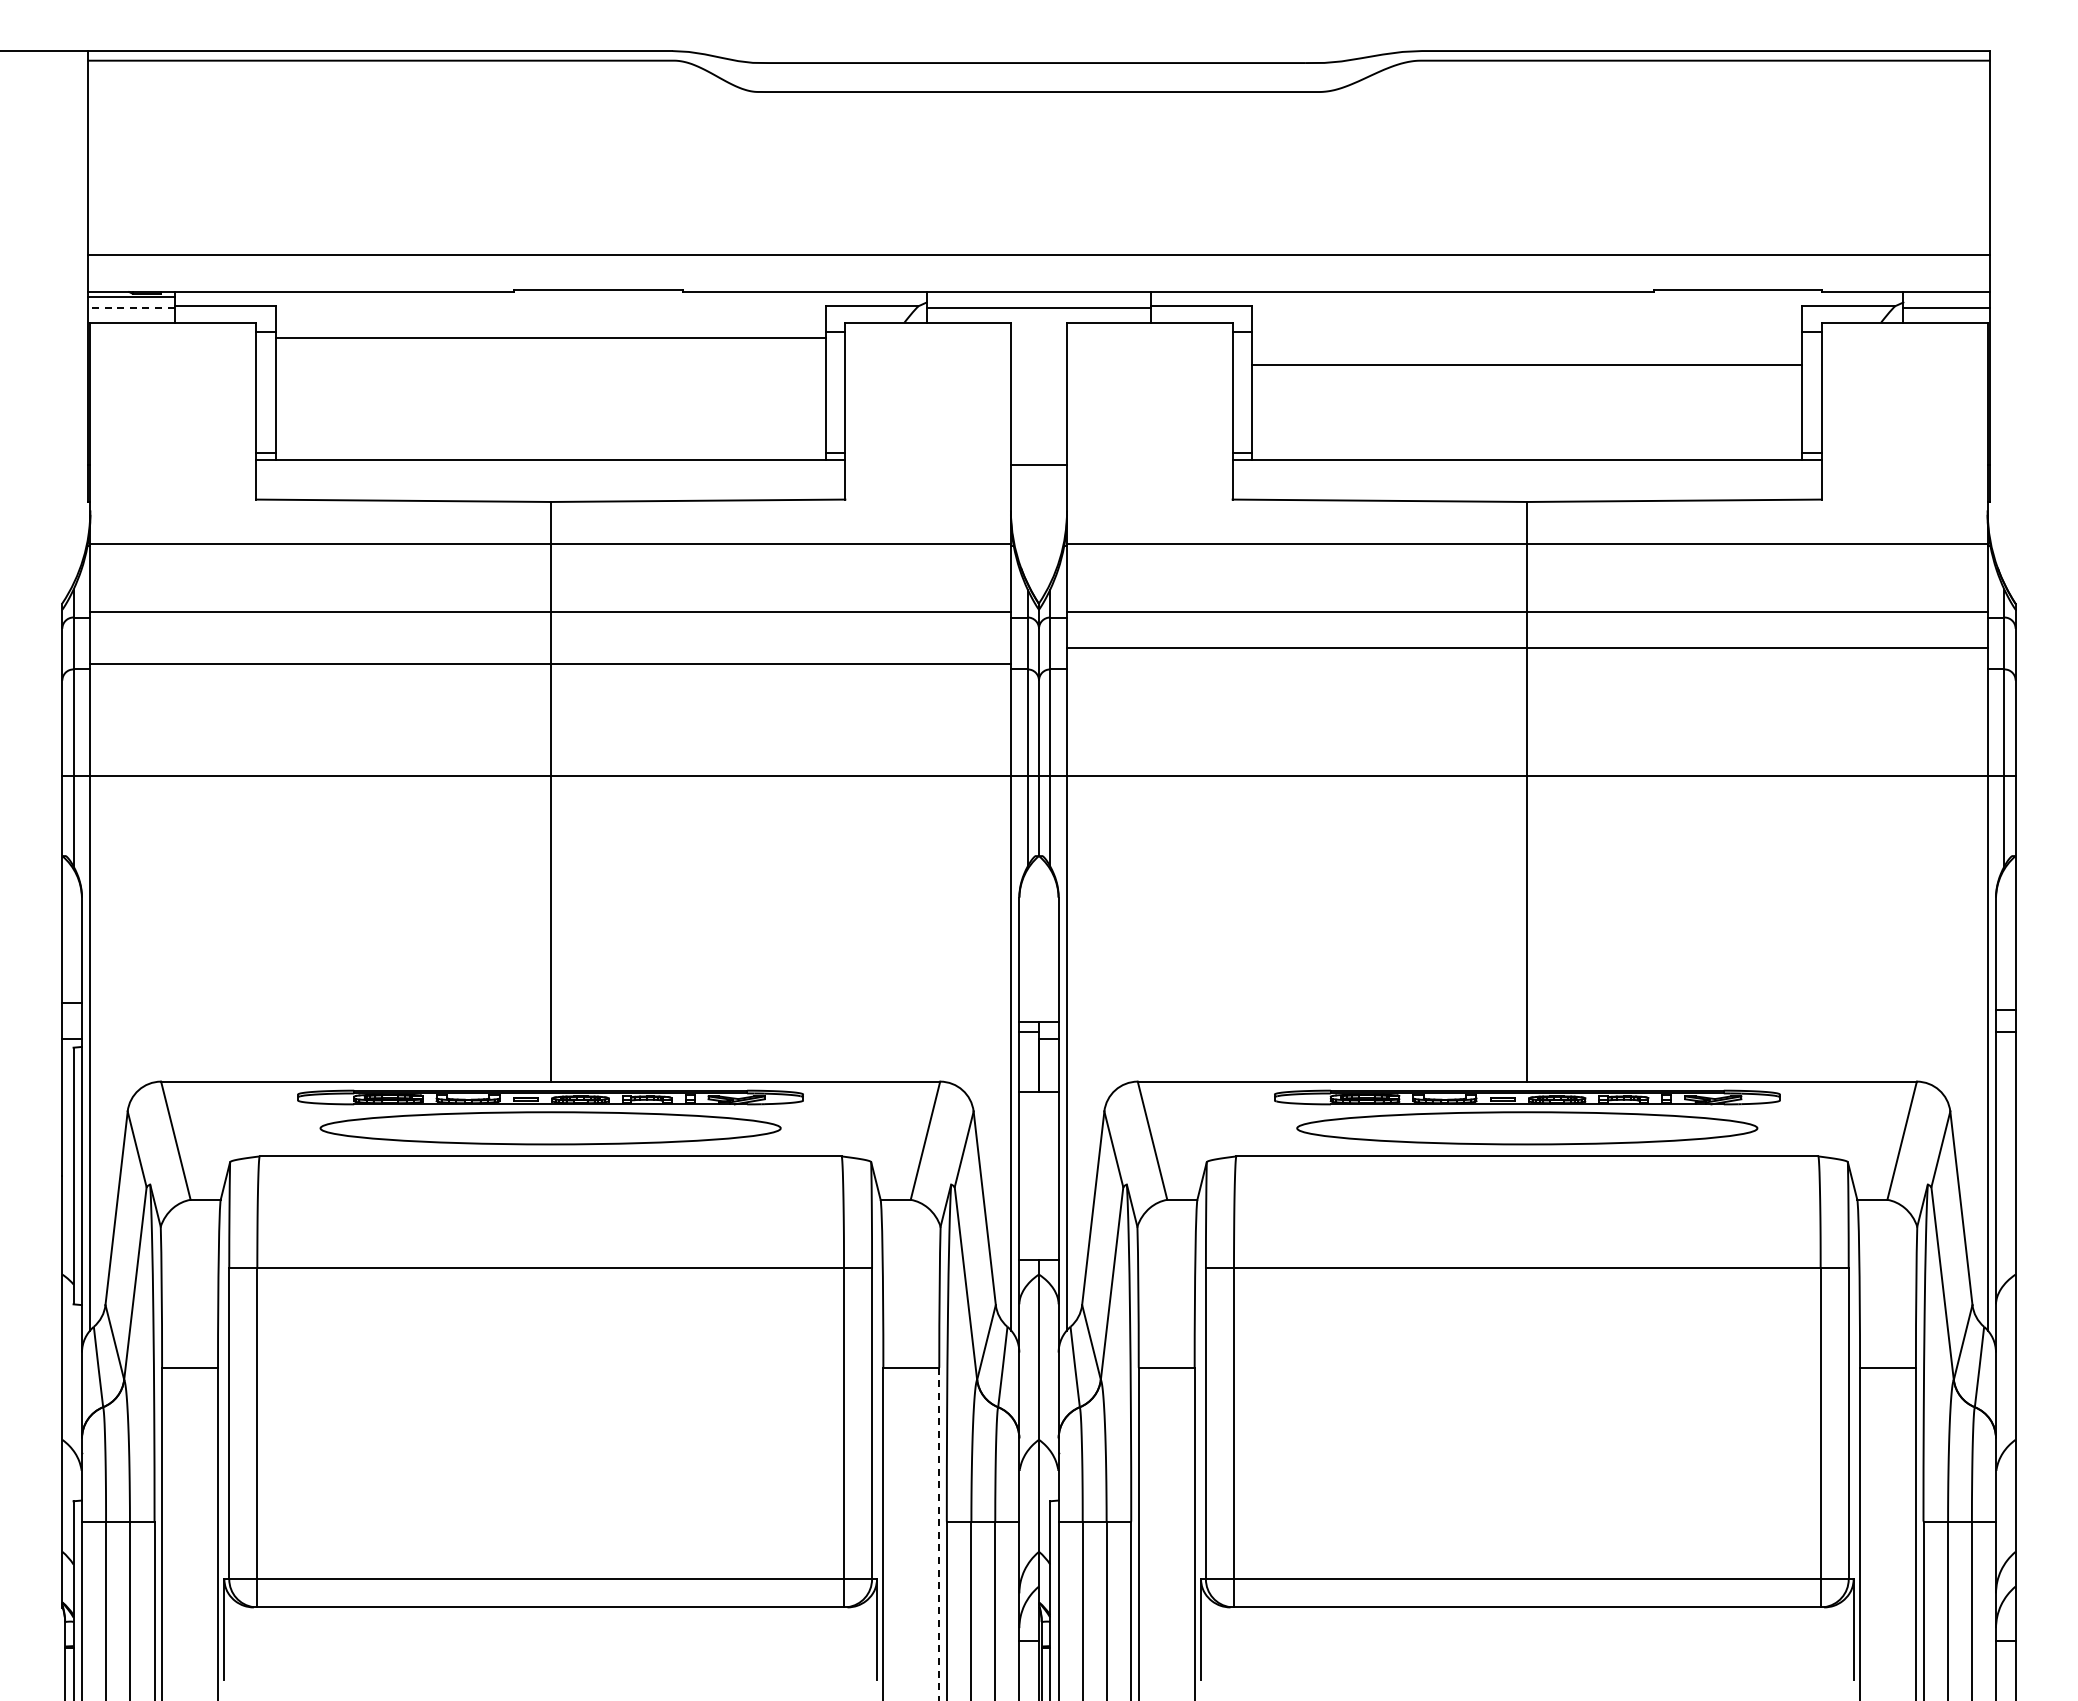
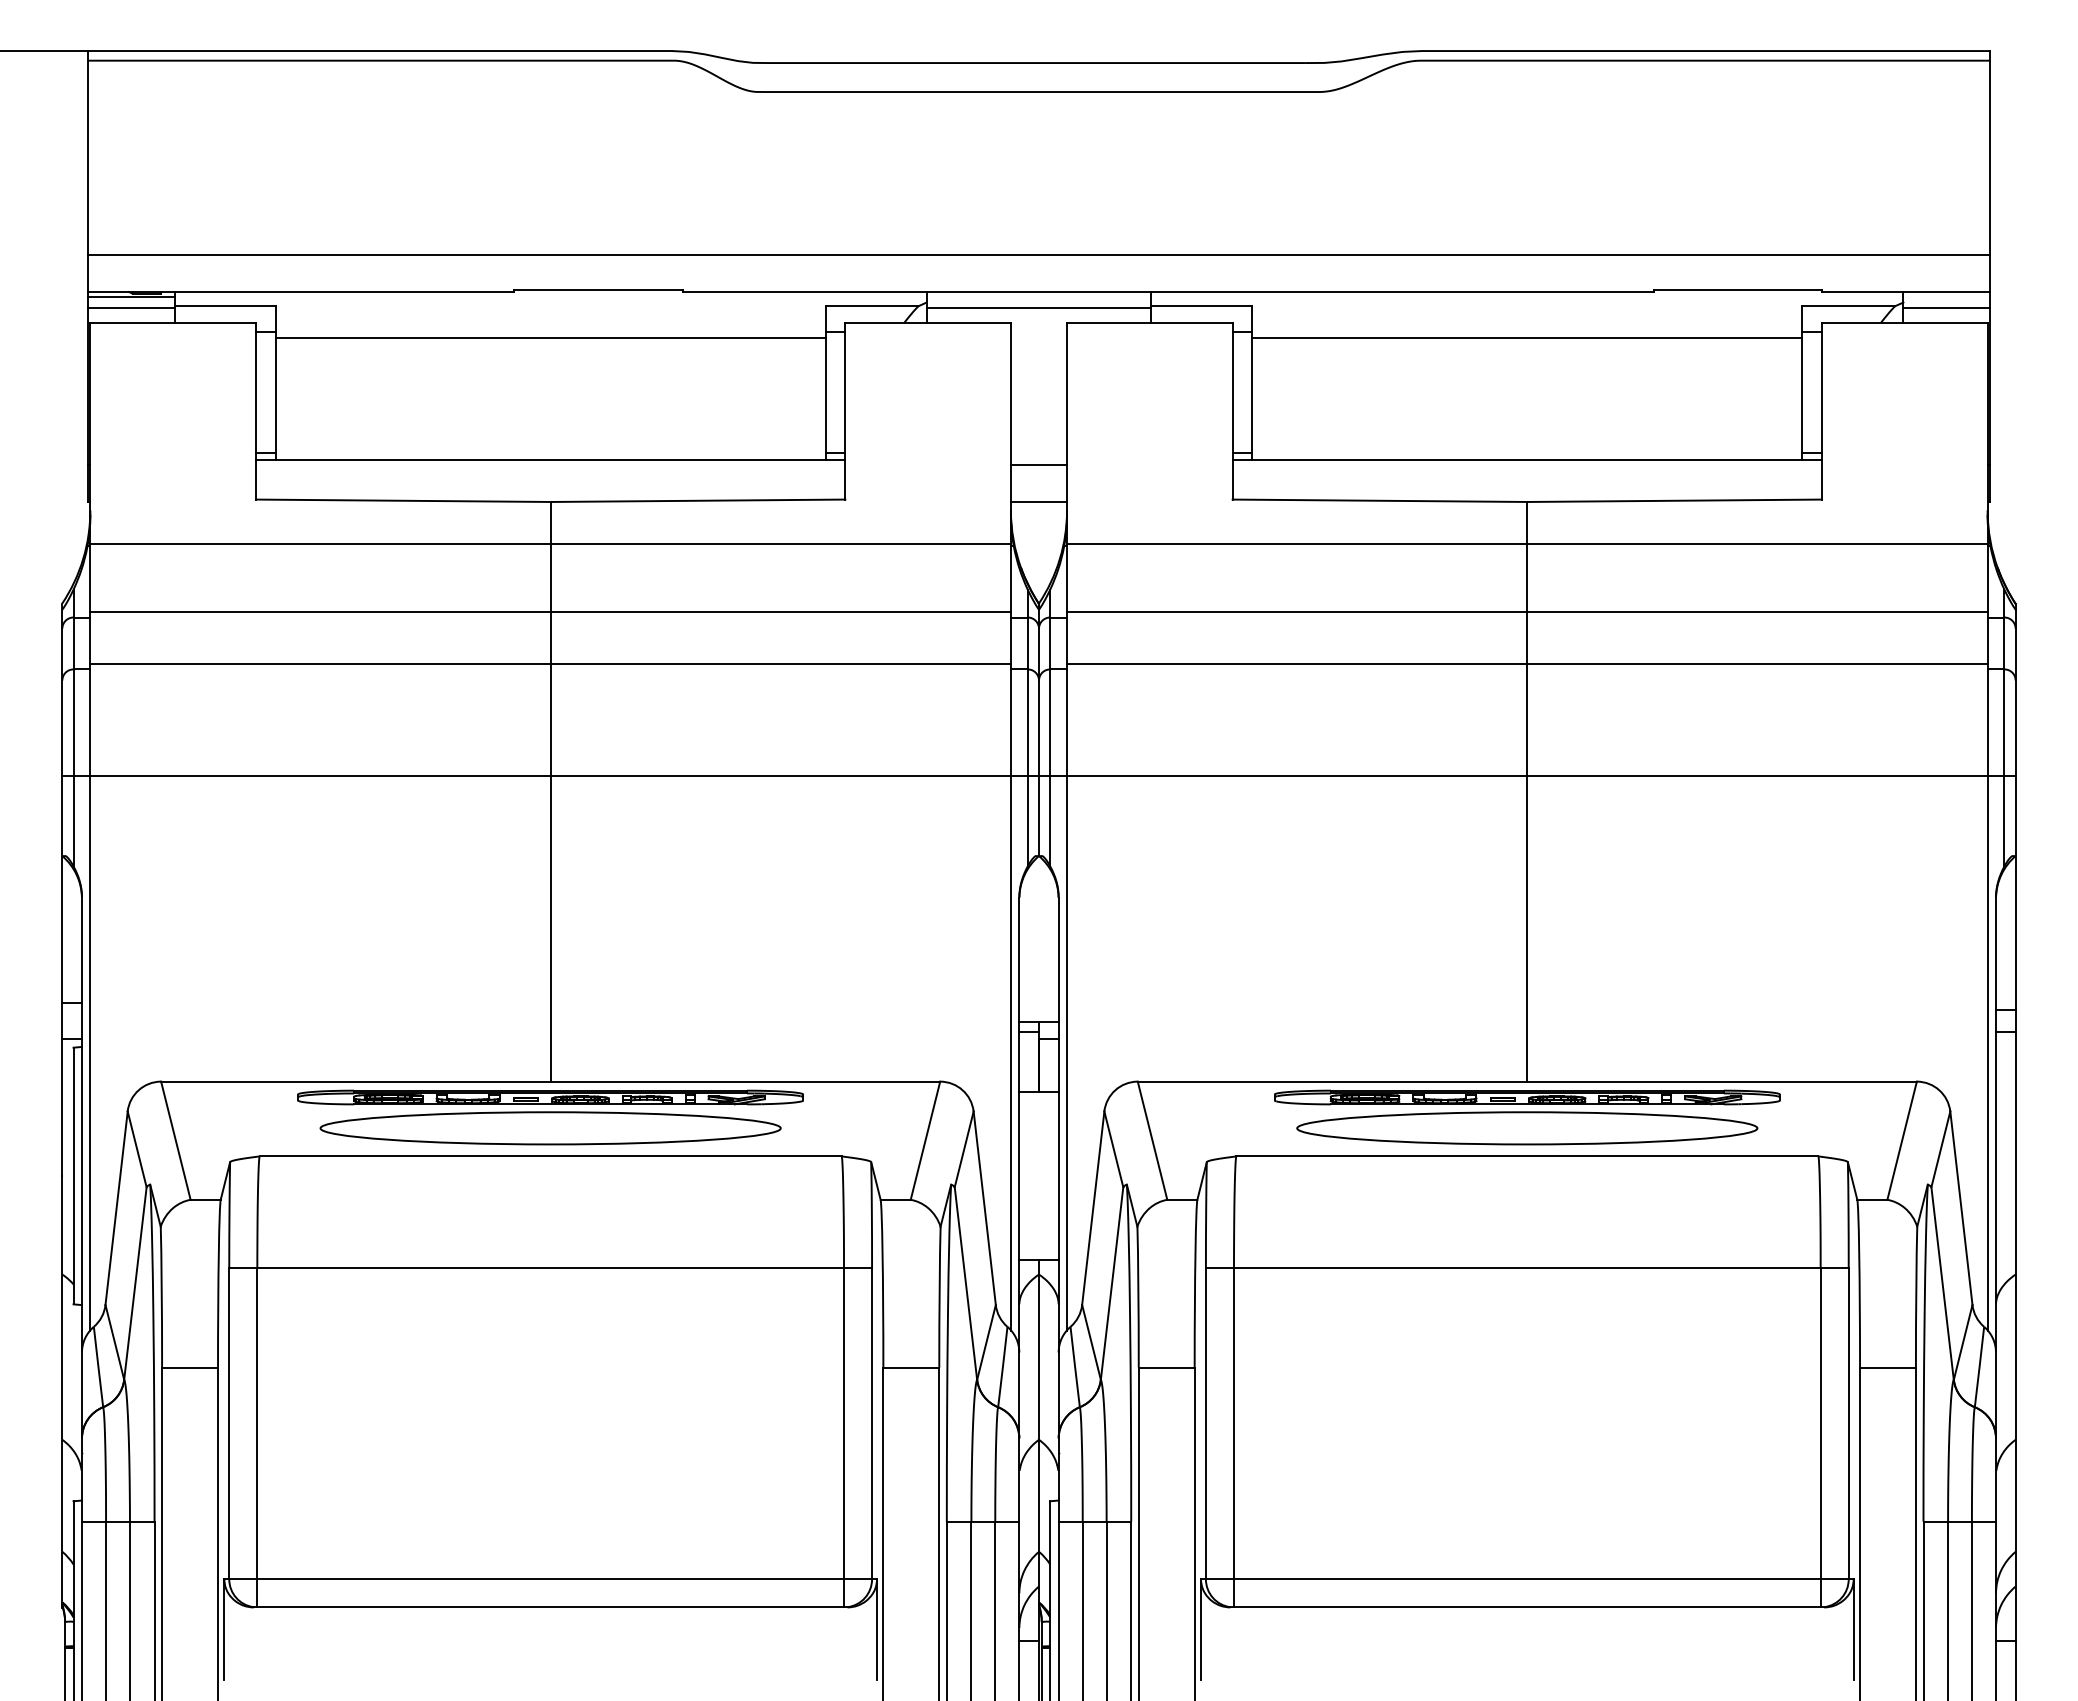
line at (131, 308): dashed -> solid
line at (1527, 365) position: (1527, 365) -> (1527, 338)
line at (1038, 502): none -> present
line at (1527, 647) position: (1527, 647) -> (1527, 663)
line at (939, 1534): dashed -> solid
